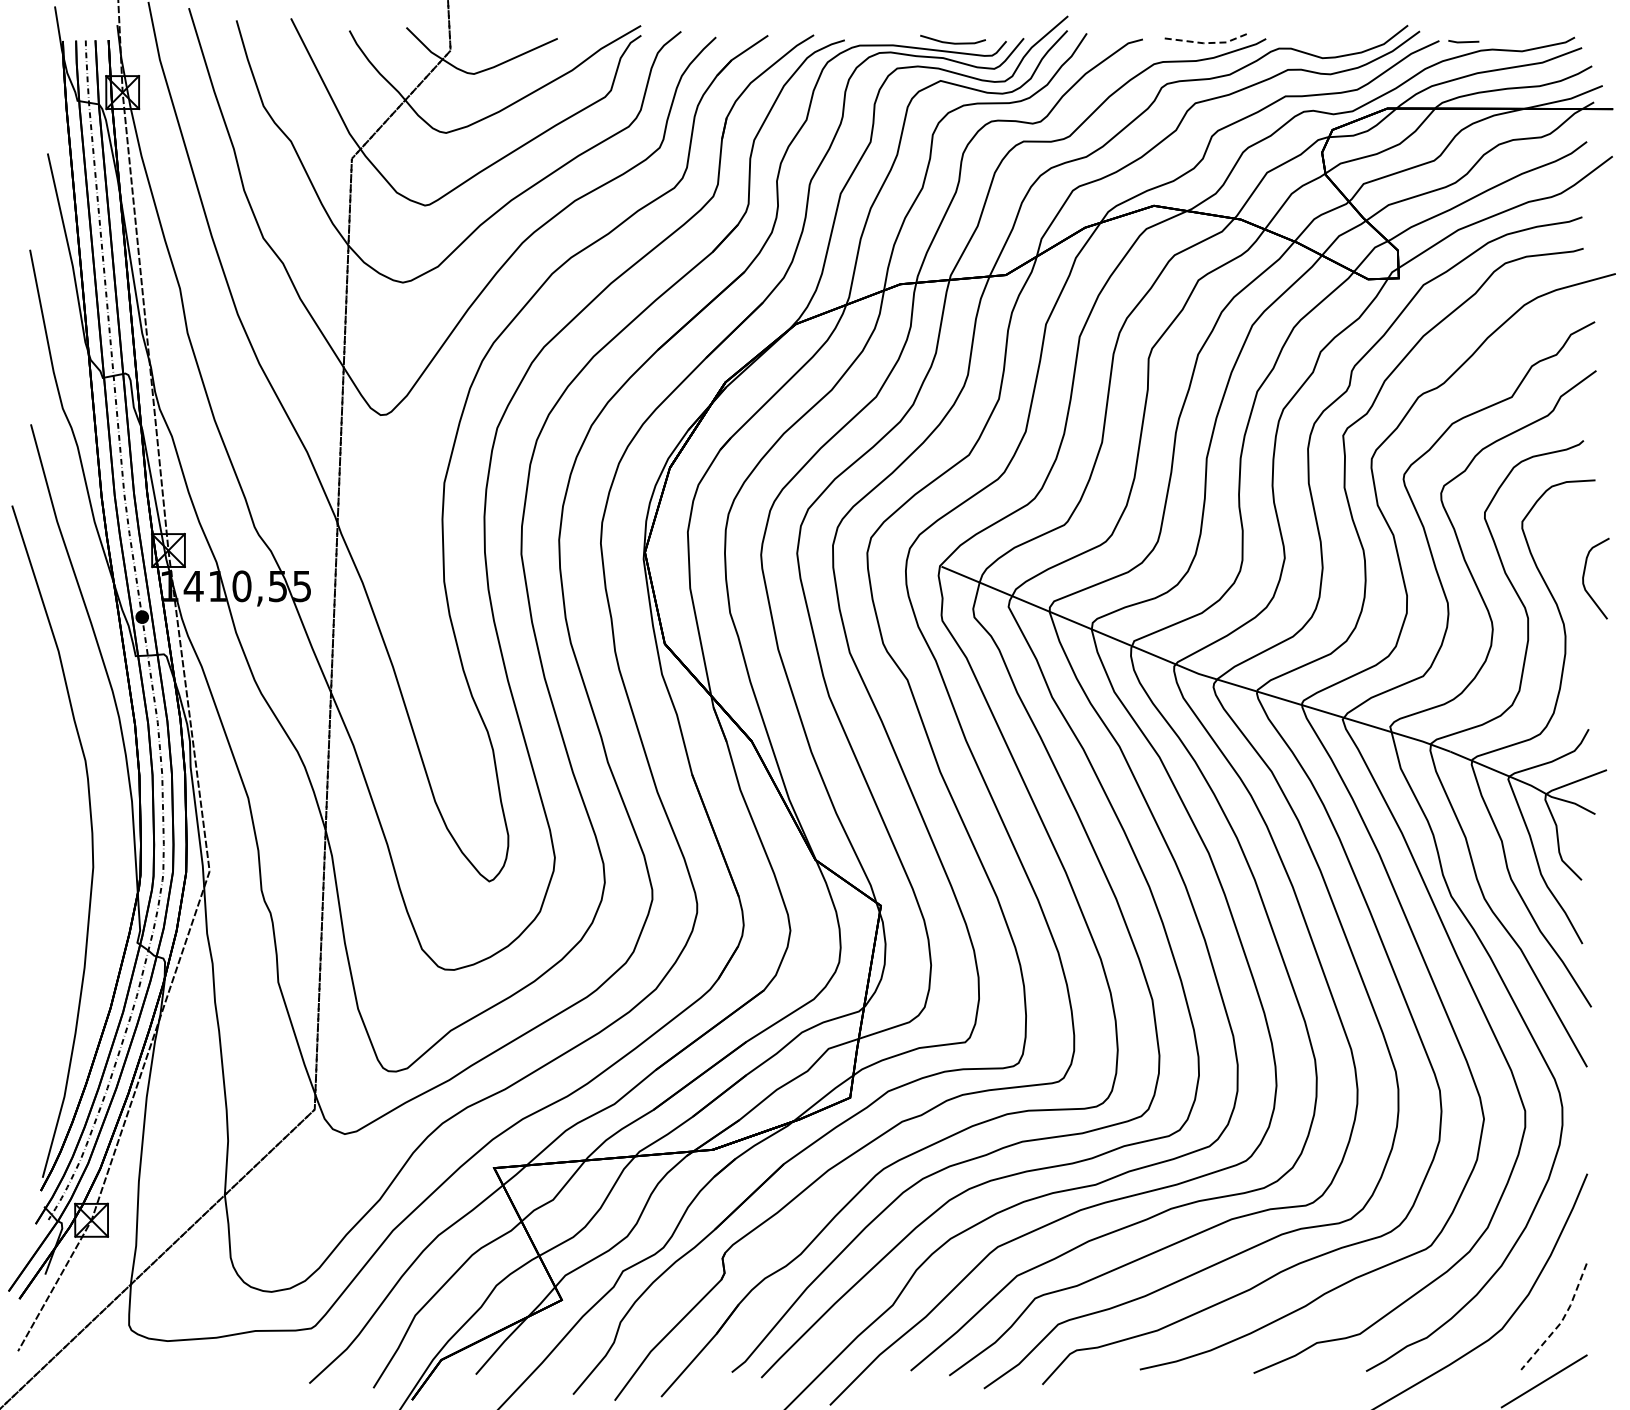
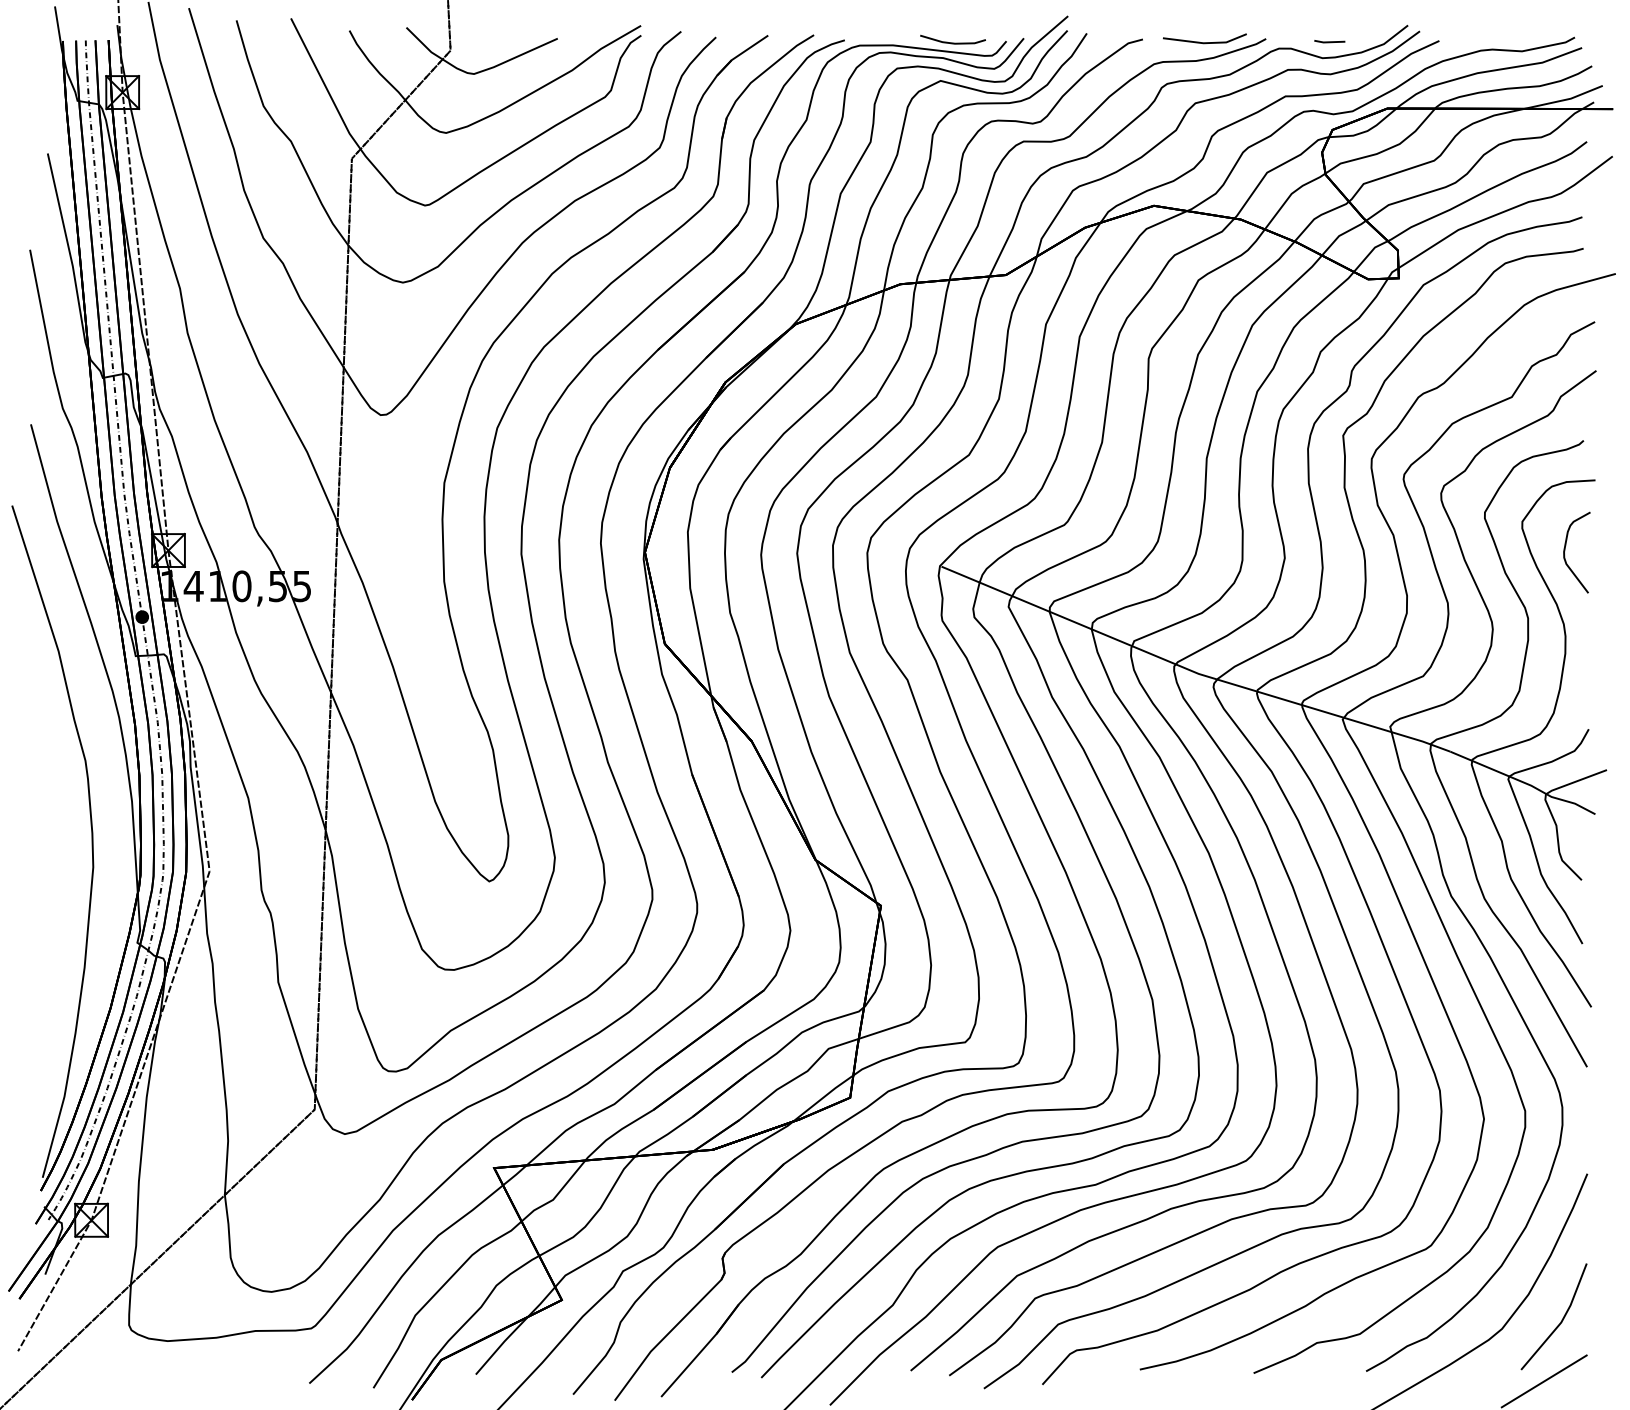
line at (1463, 41) position: (1463, 41) -> (1329, 41)
line at (1205, 43): dashed -> solid
curve at (1584, 577) position: (1584, 577) -> (1565, 551)
line at (1561, 1321): dashed -> solid
